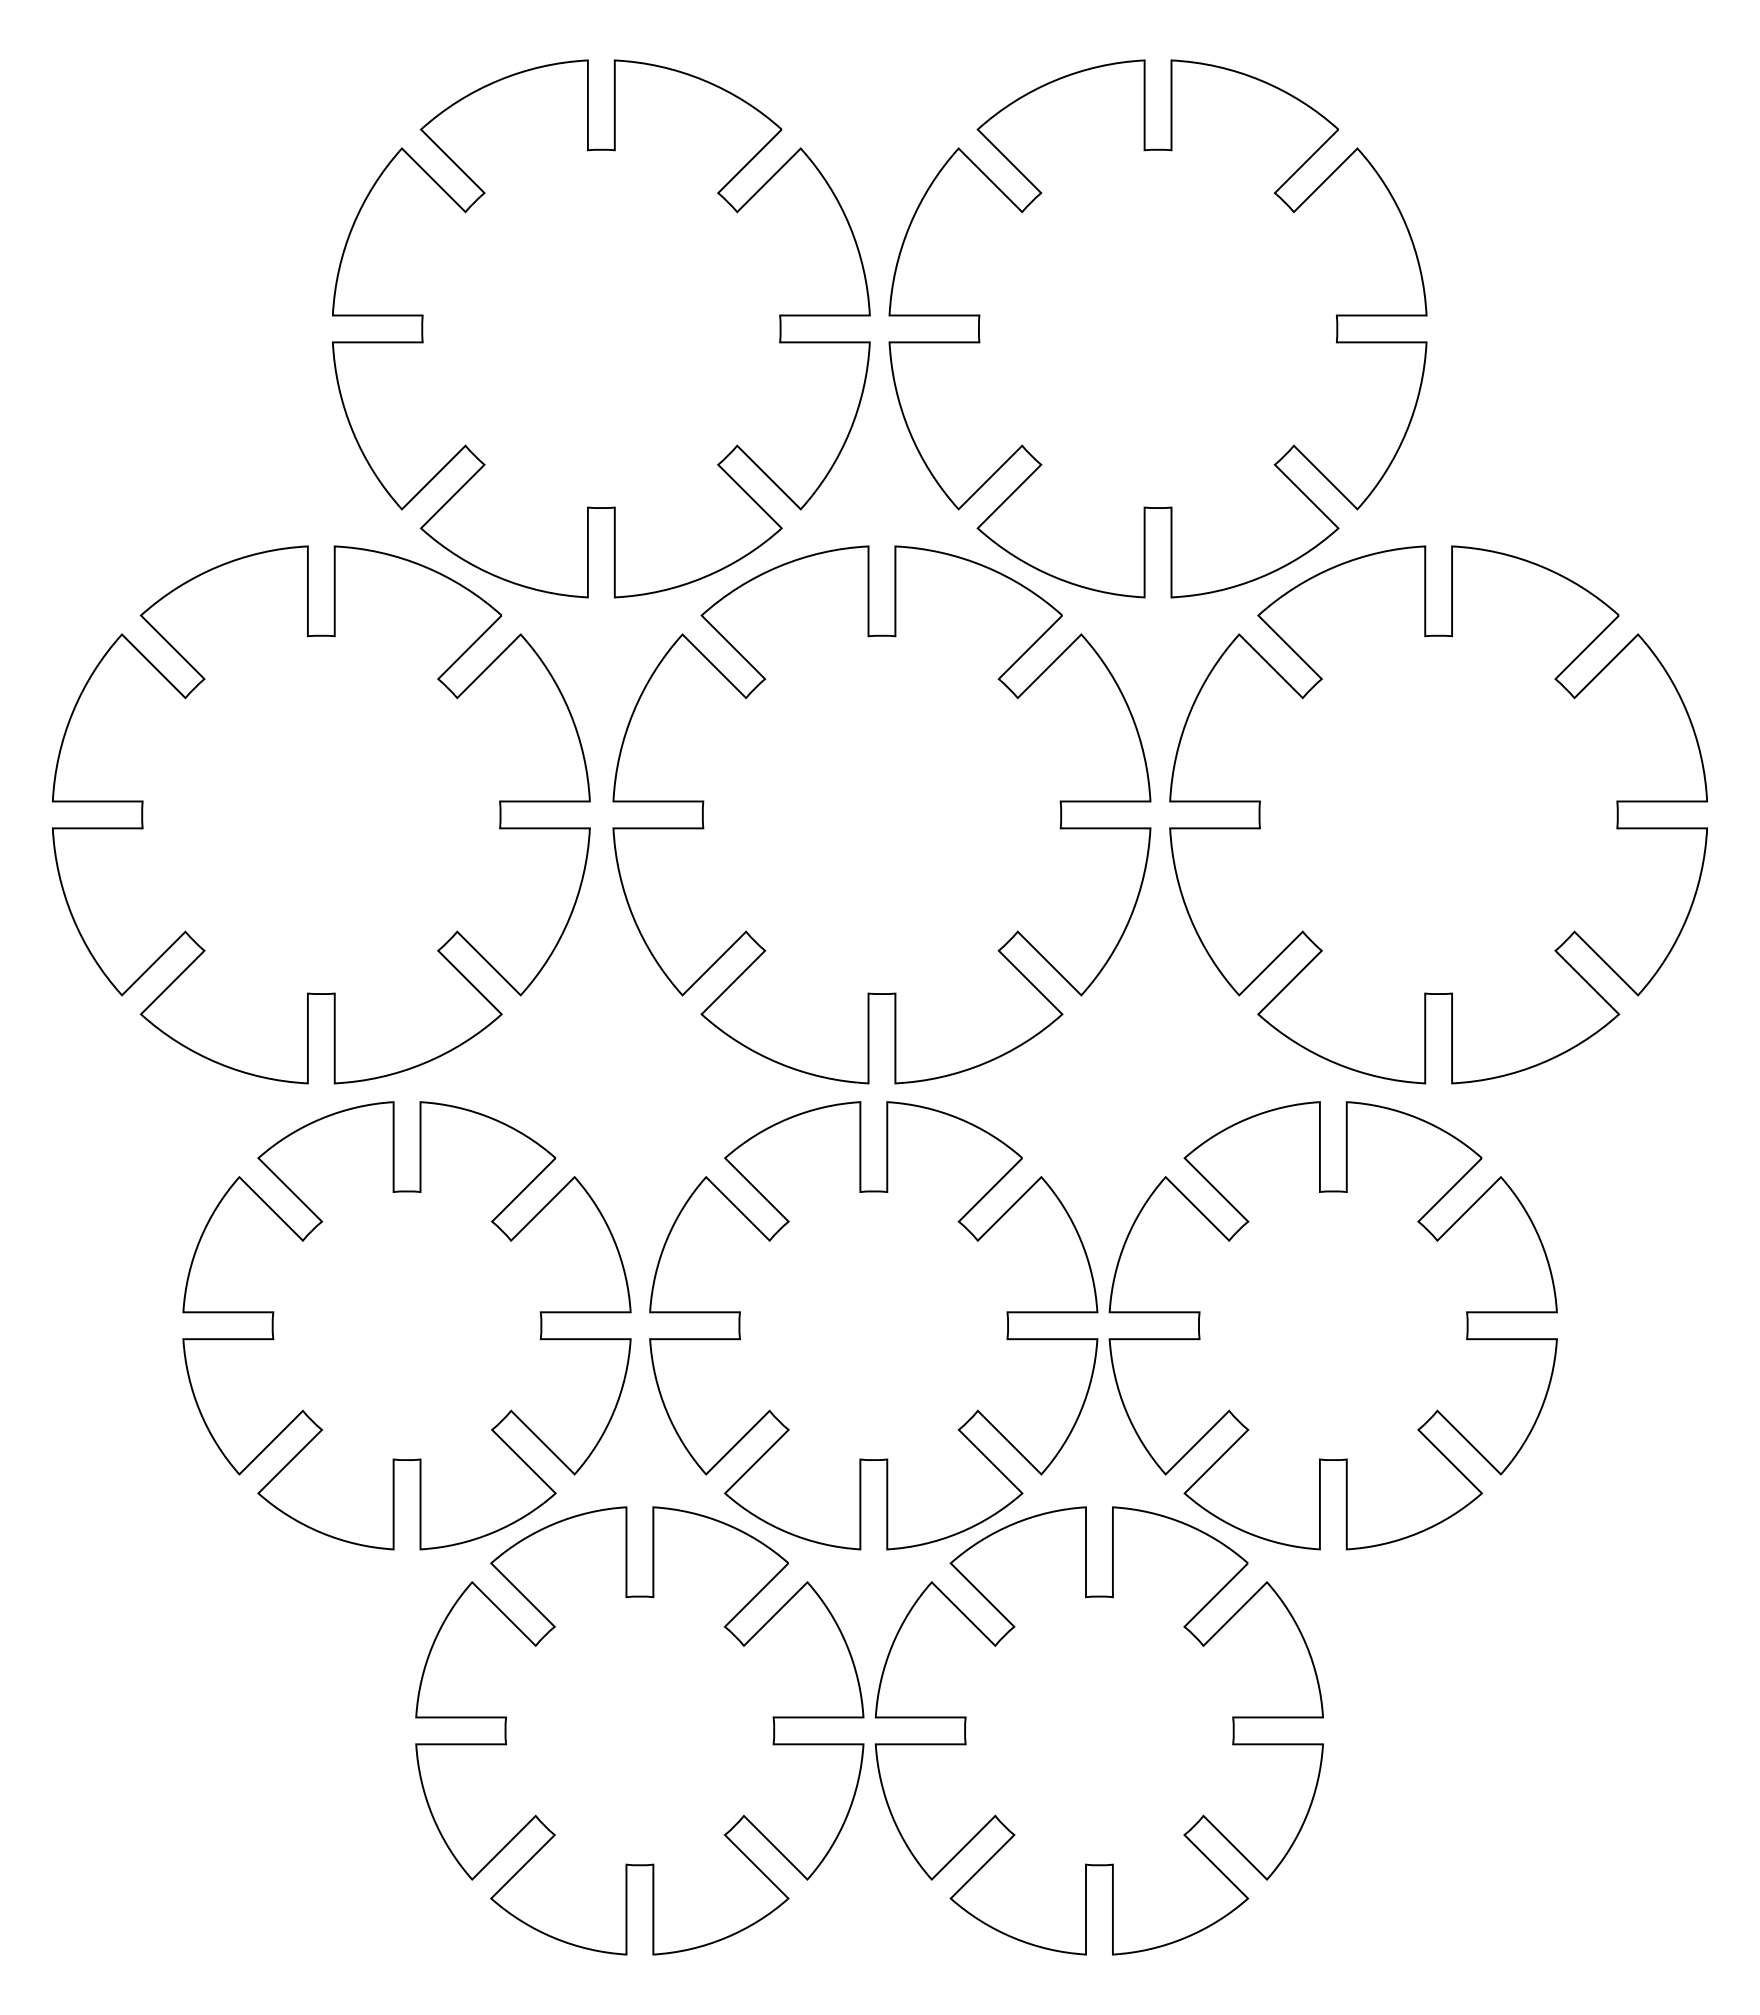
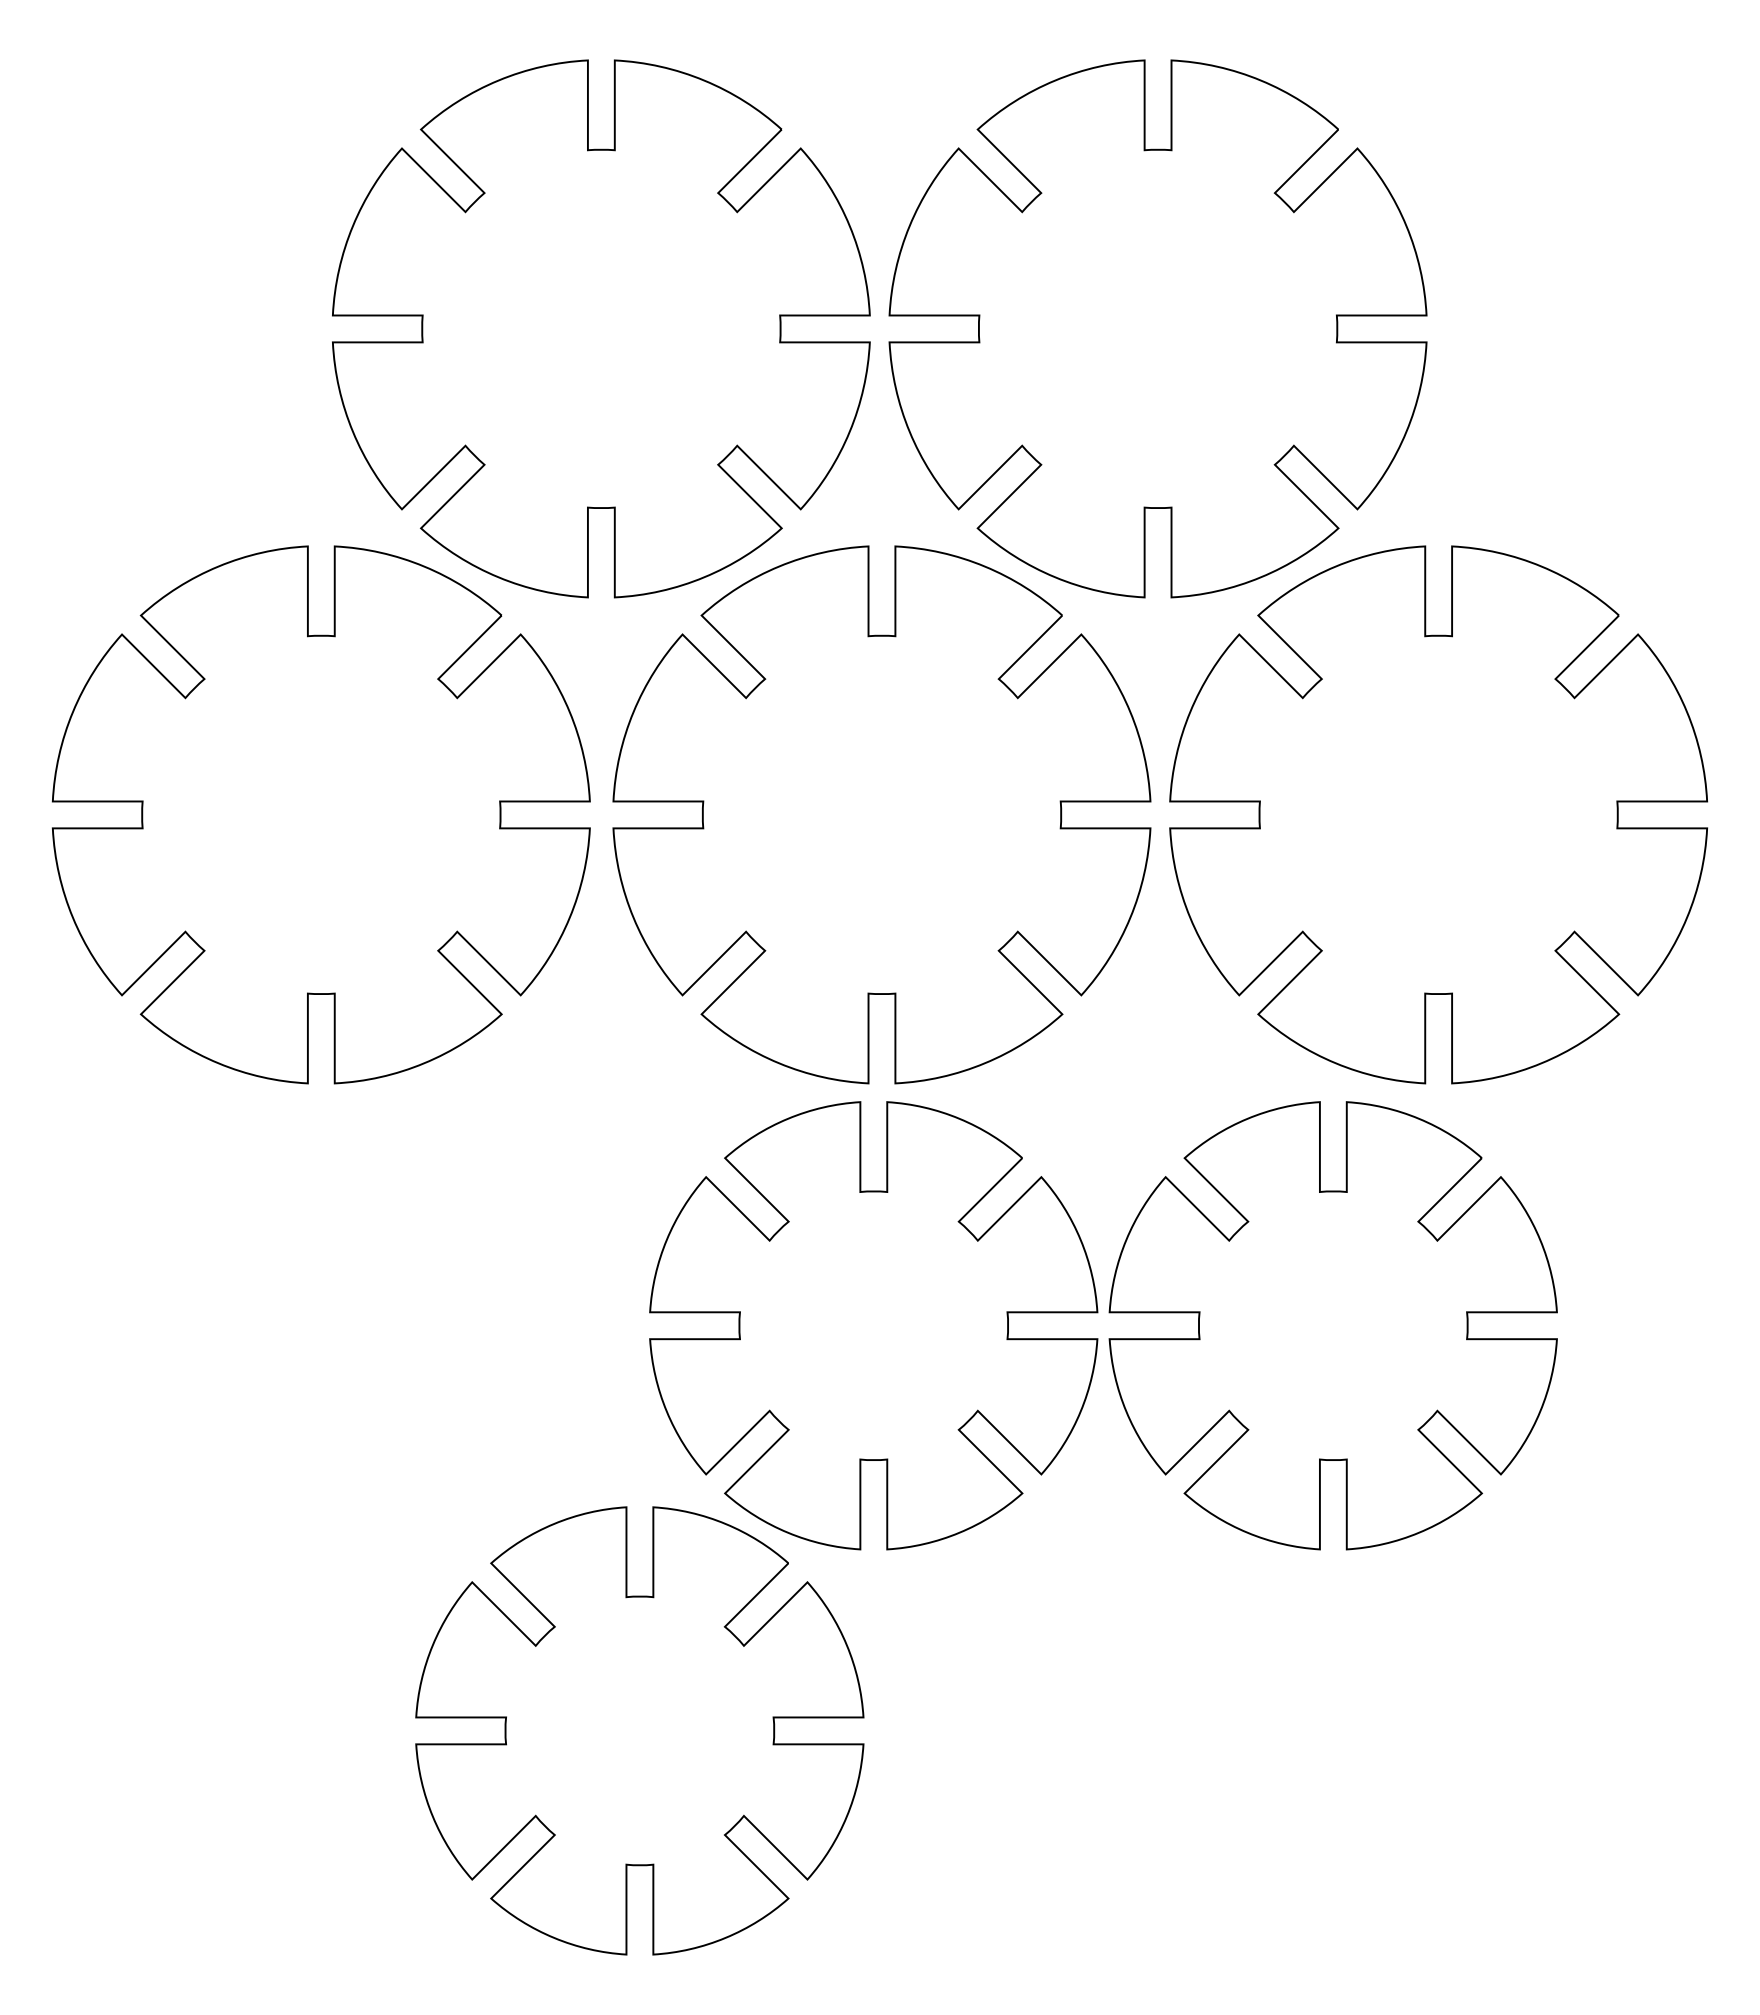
part at (406, 1325): present -> none
part at (1098, 1730): present -> none
